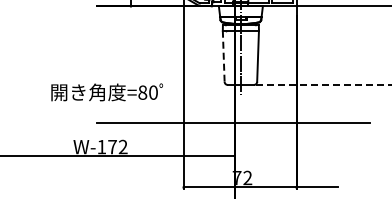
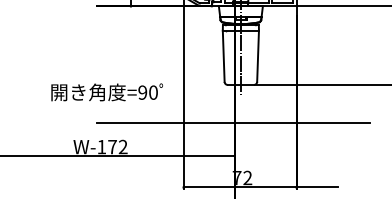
line at (223, 56): dashed -> solid
line at (324, 84): dashed -> solid
text at (142, 92): =80 -> =90
